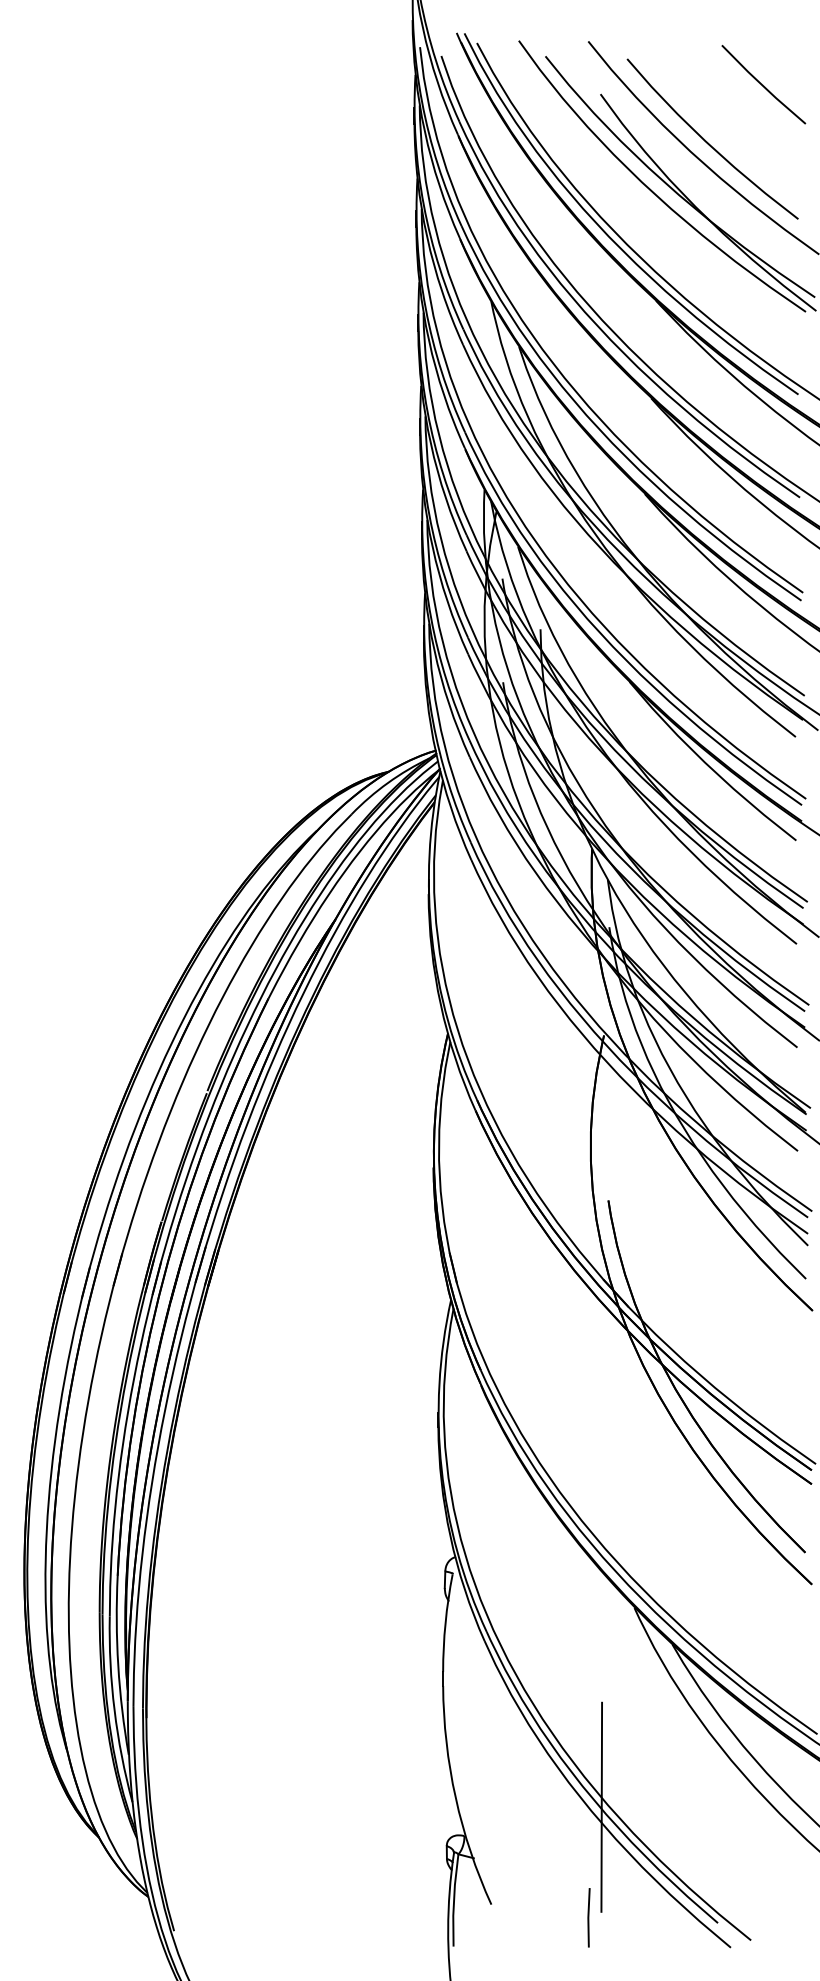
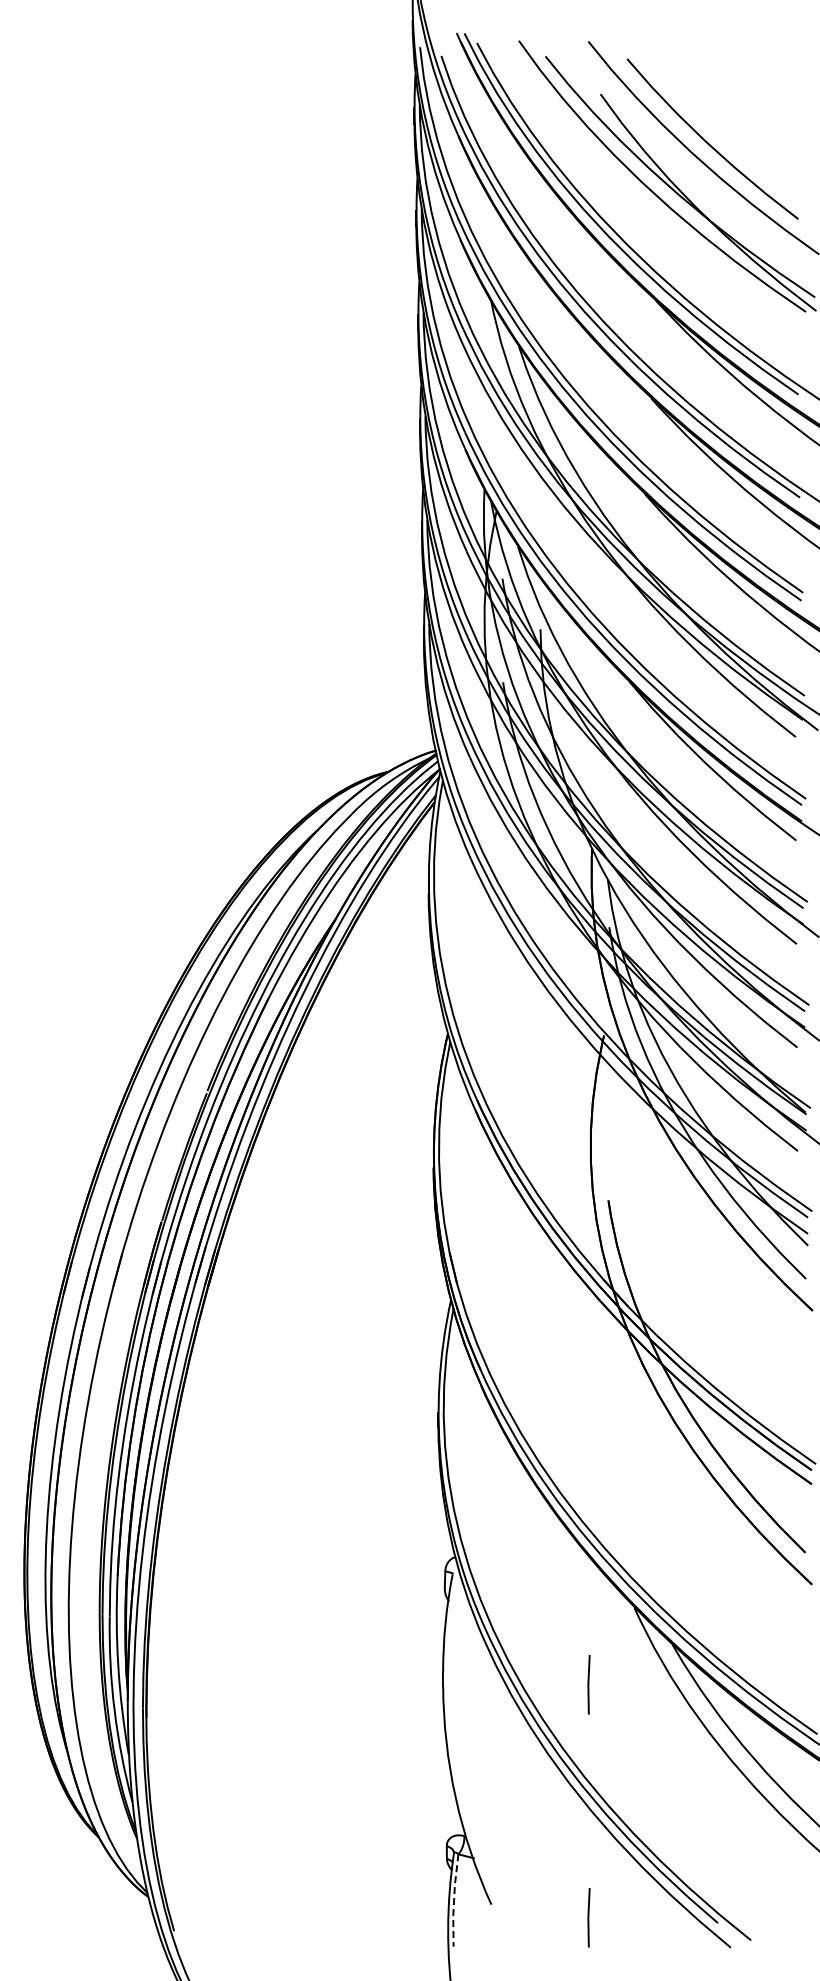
line at (762, 84): present -> none
line at (588, 1684): none -> present
line at (601, 1806): present -> none
line at (454, 1900): solid -> dashed
